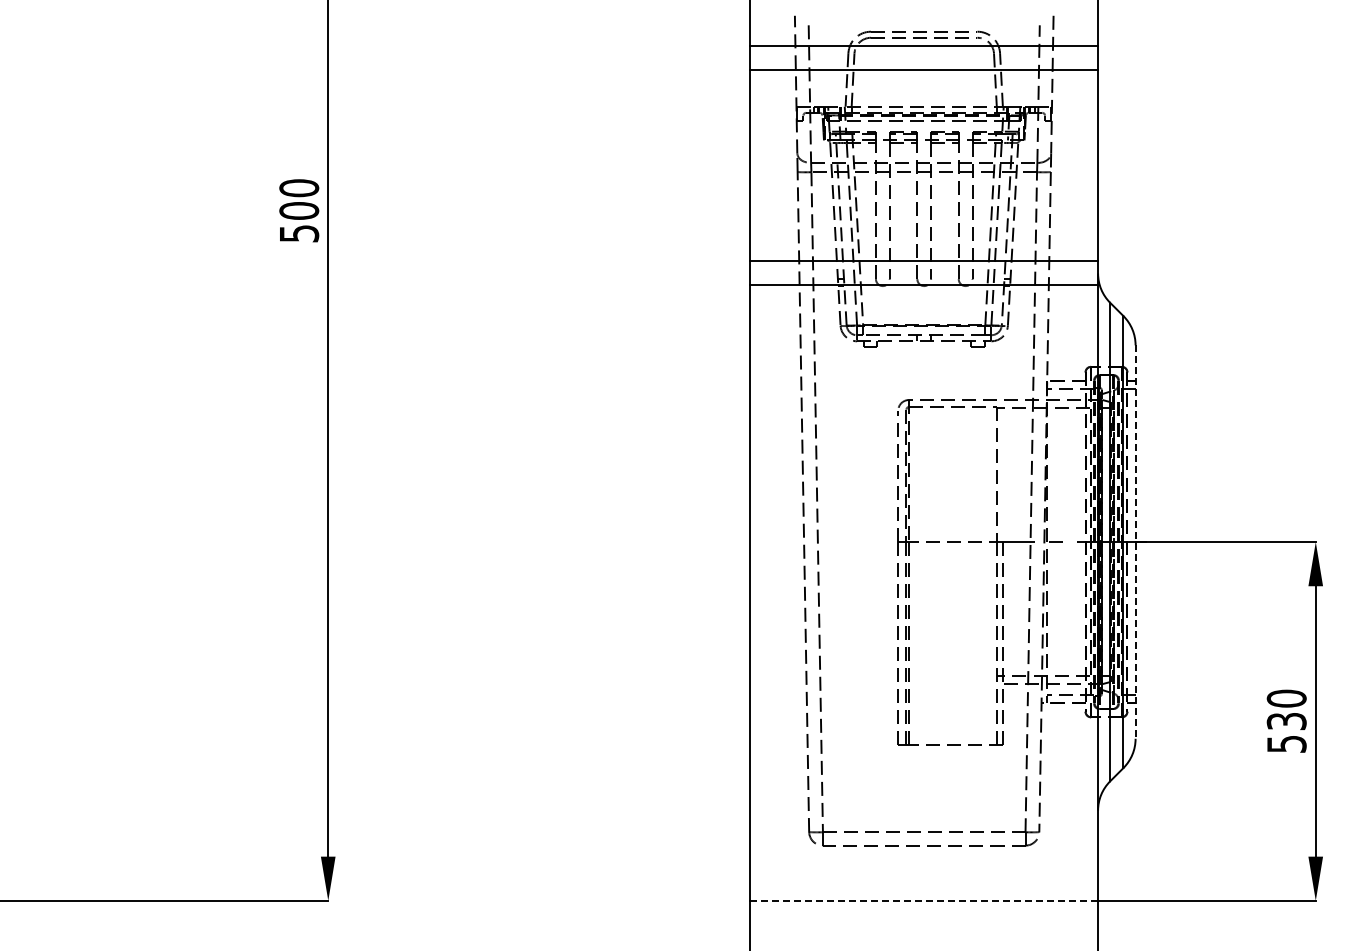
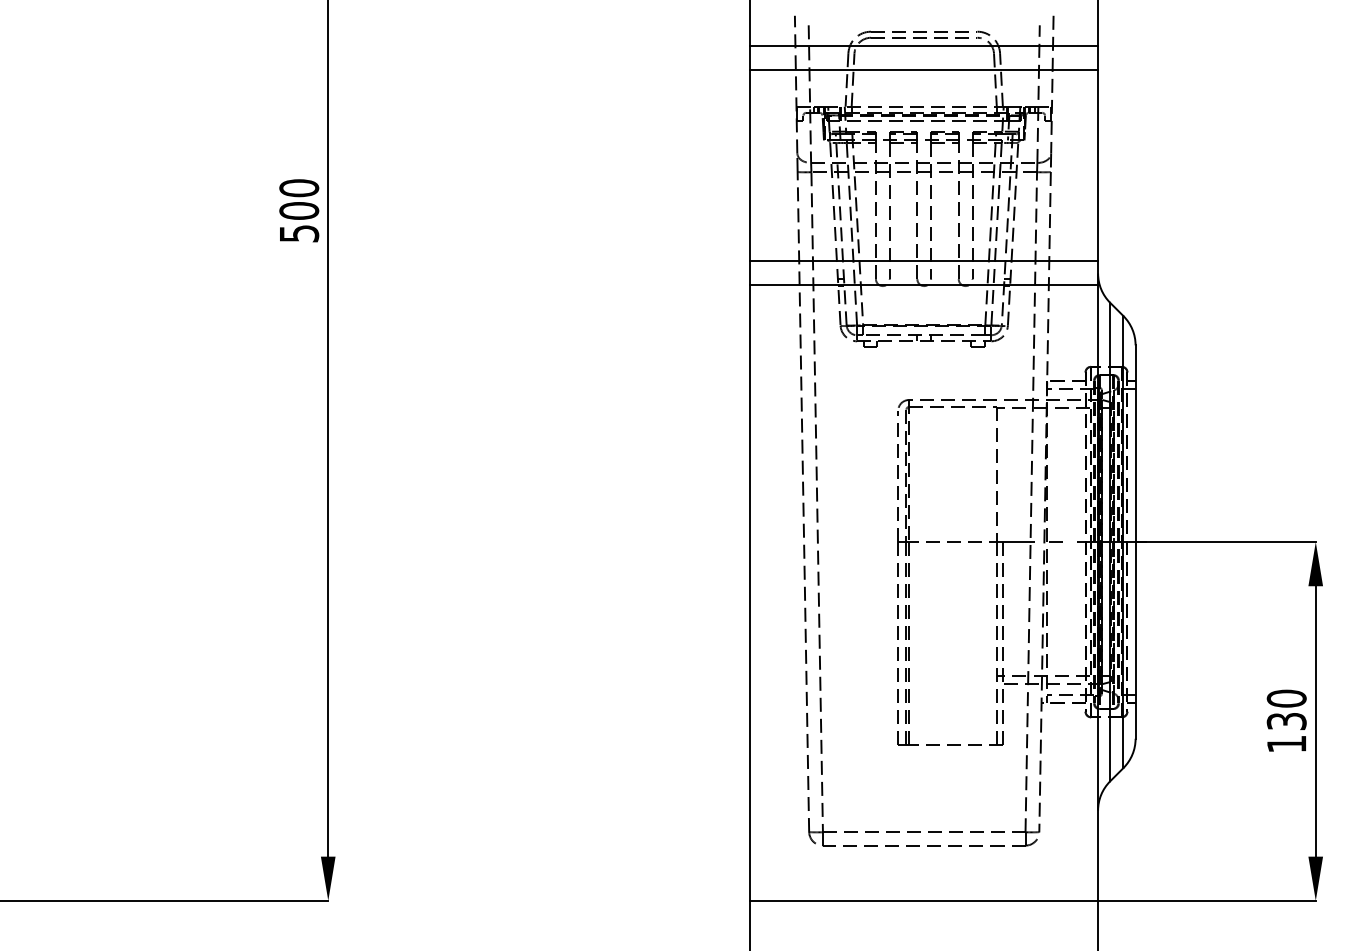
line at (1135, 542): dashed -> solid
text at (1286, 744): 530 -> 130
line at (924, 900): dashed -> solid
